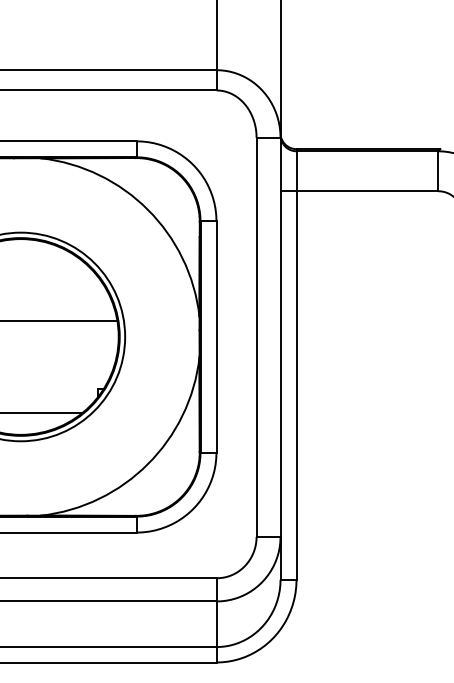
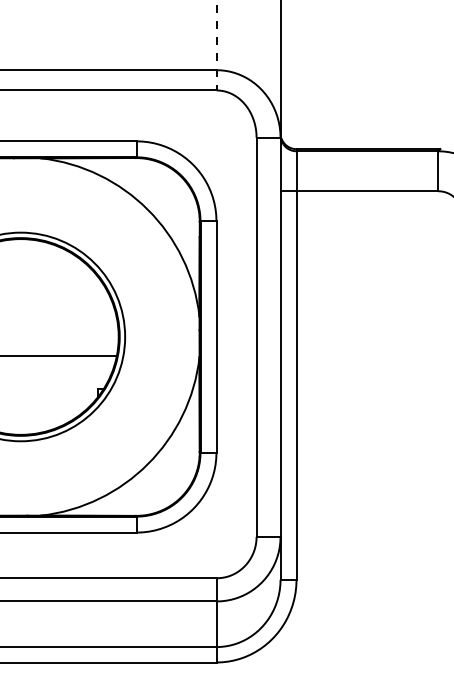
line at (216, 45): solid -> dashed
line at (59, 321) position: (59, 321) -> (59, 356)
line at (42, 413): present -> none
